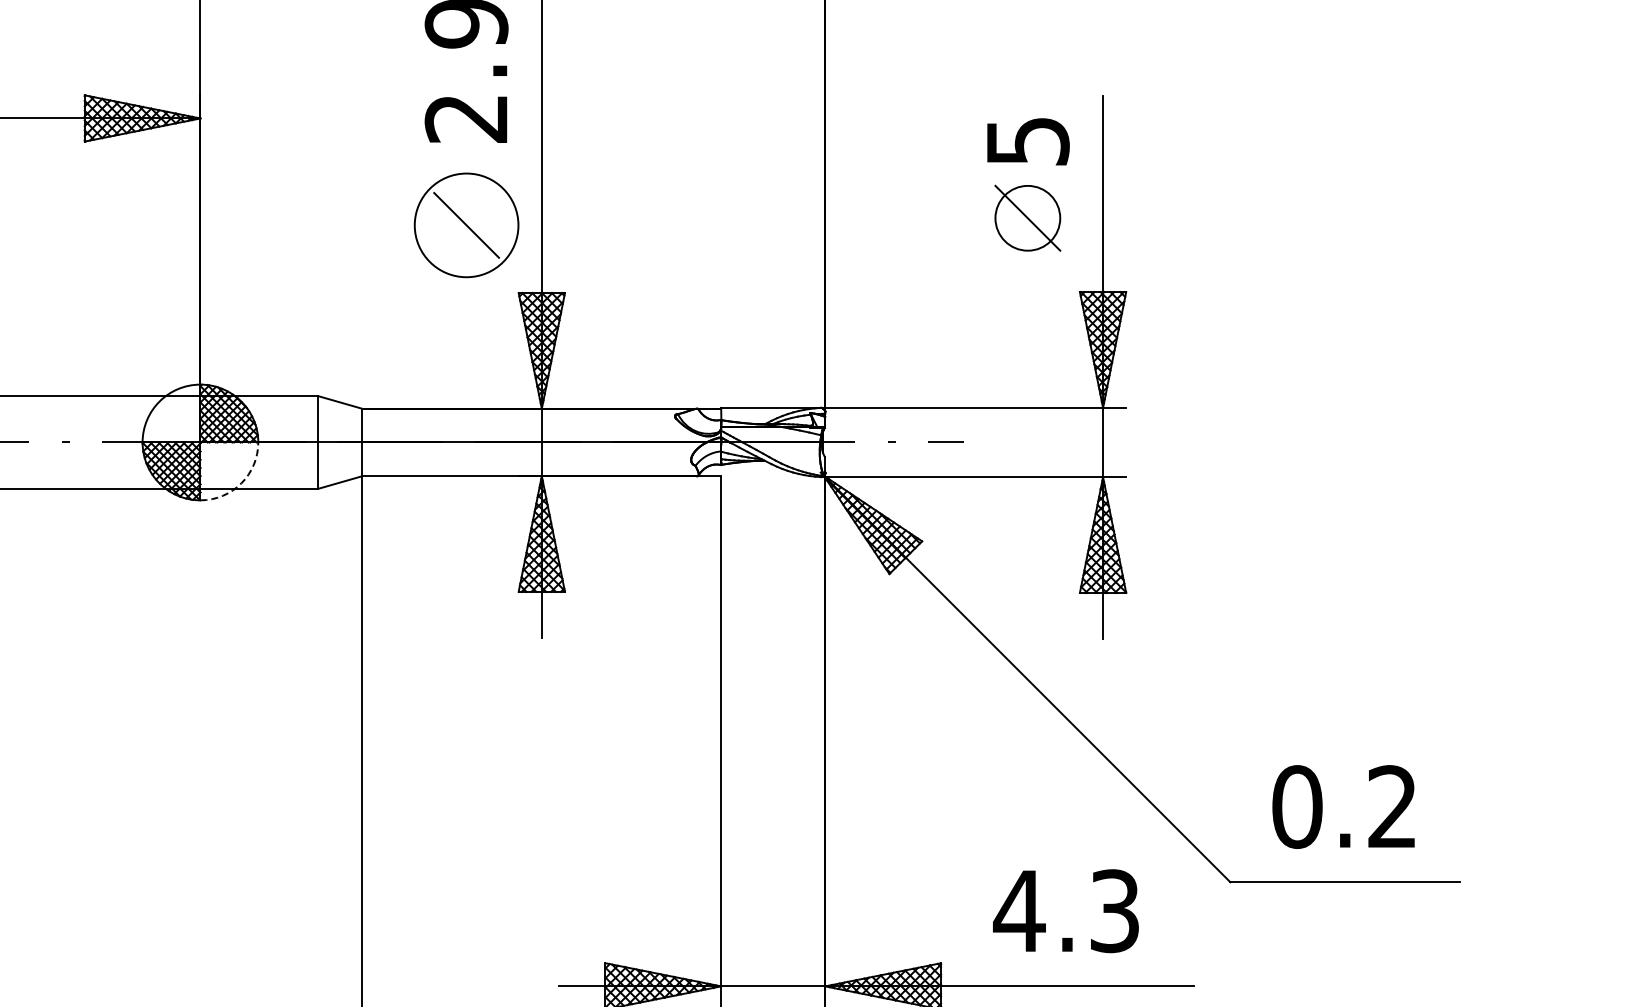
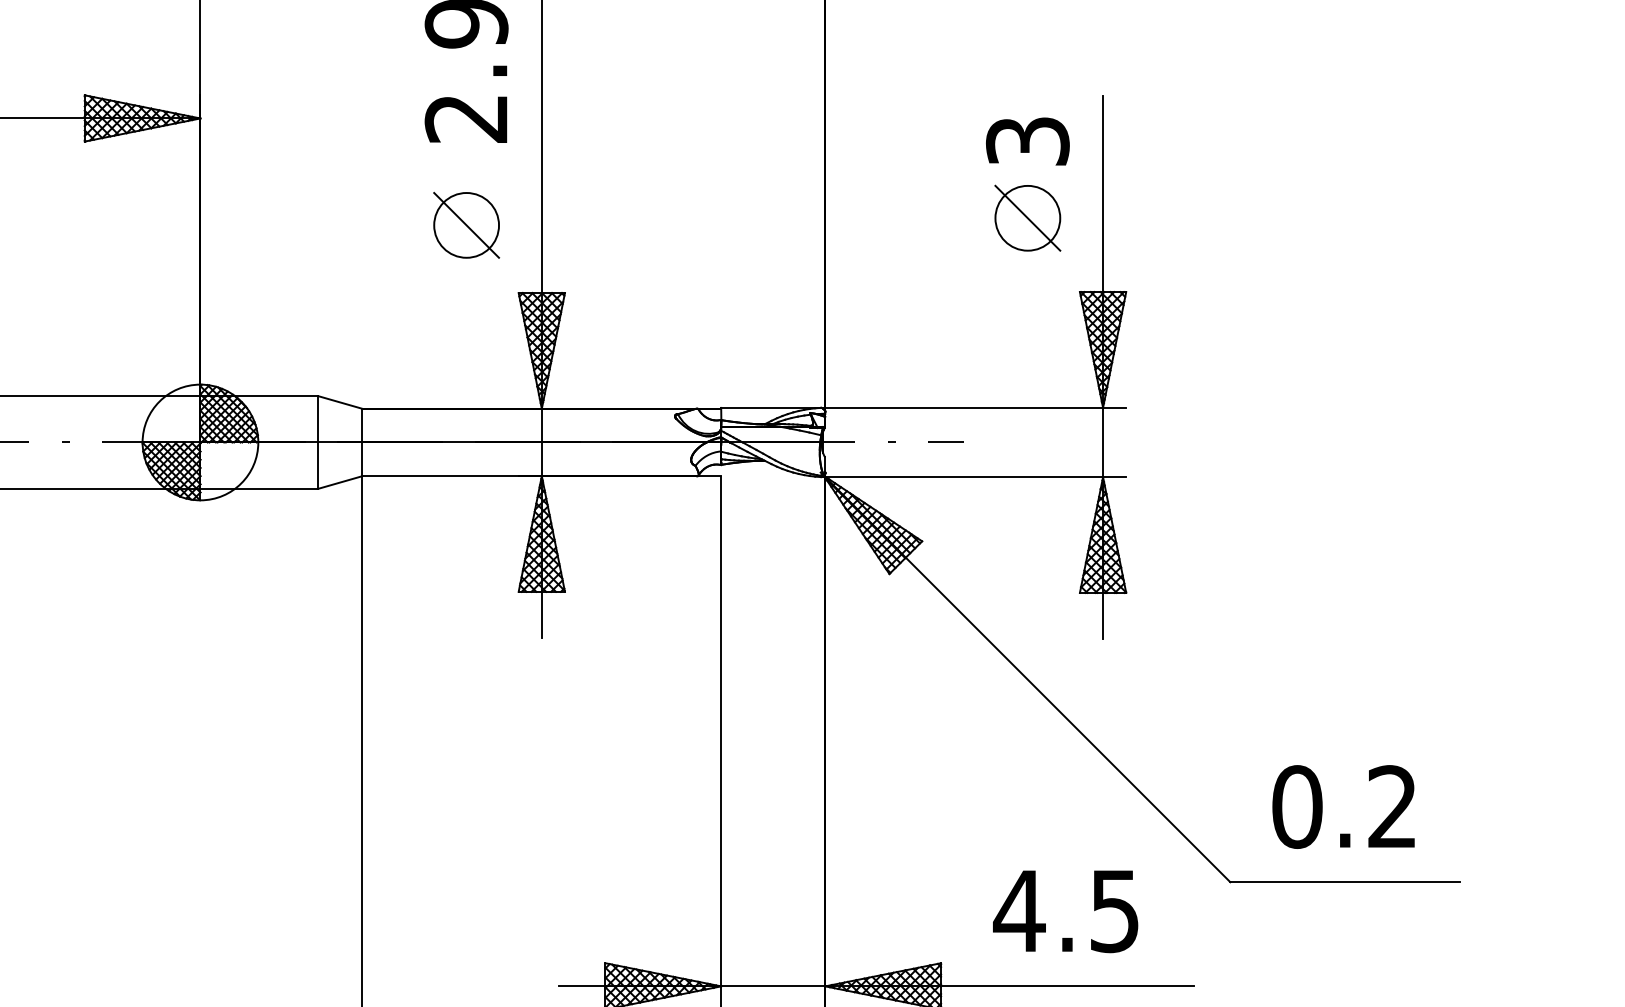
text at (1027, 141): 5 -> 3
circle at (466, 225) diameter: 104 px -> 65 px
arc at (241, 483): dashed -> solid
text at (1114, 910): 4.3 -> 4.5
